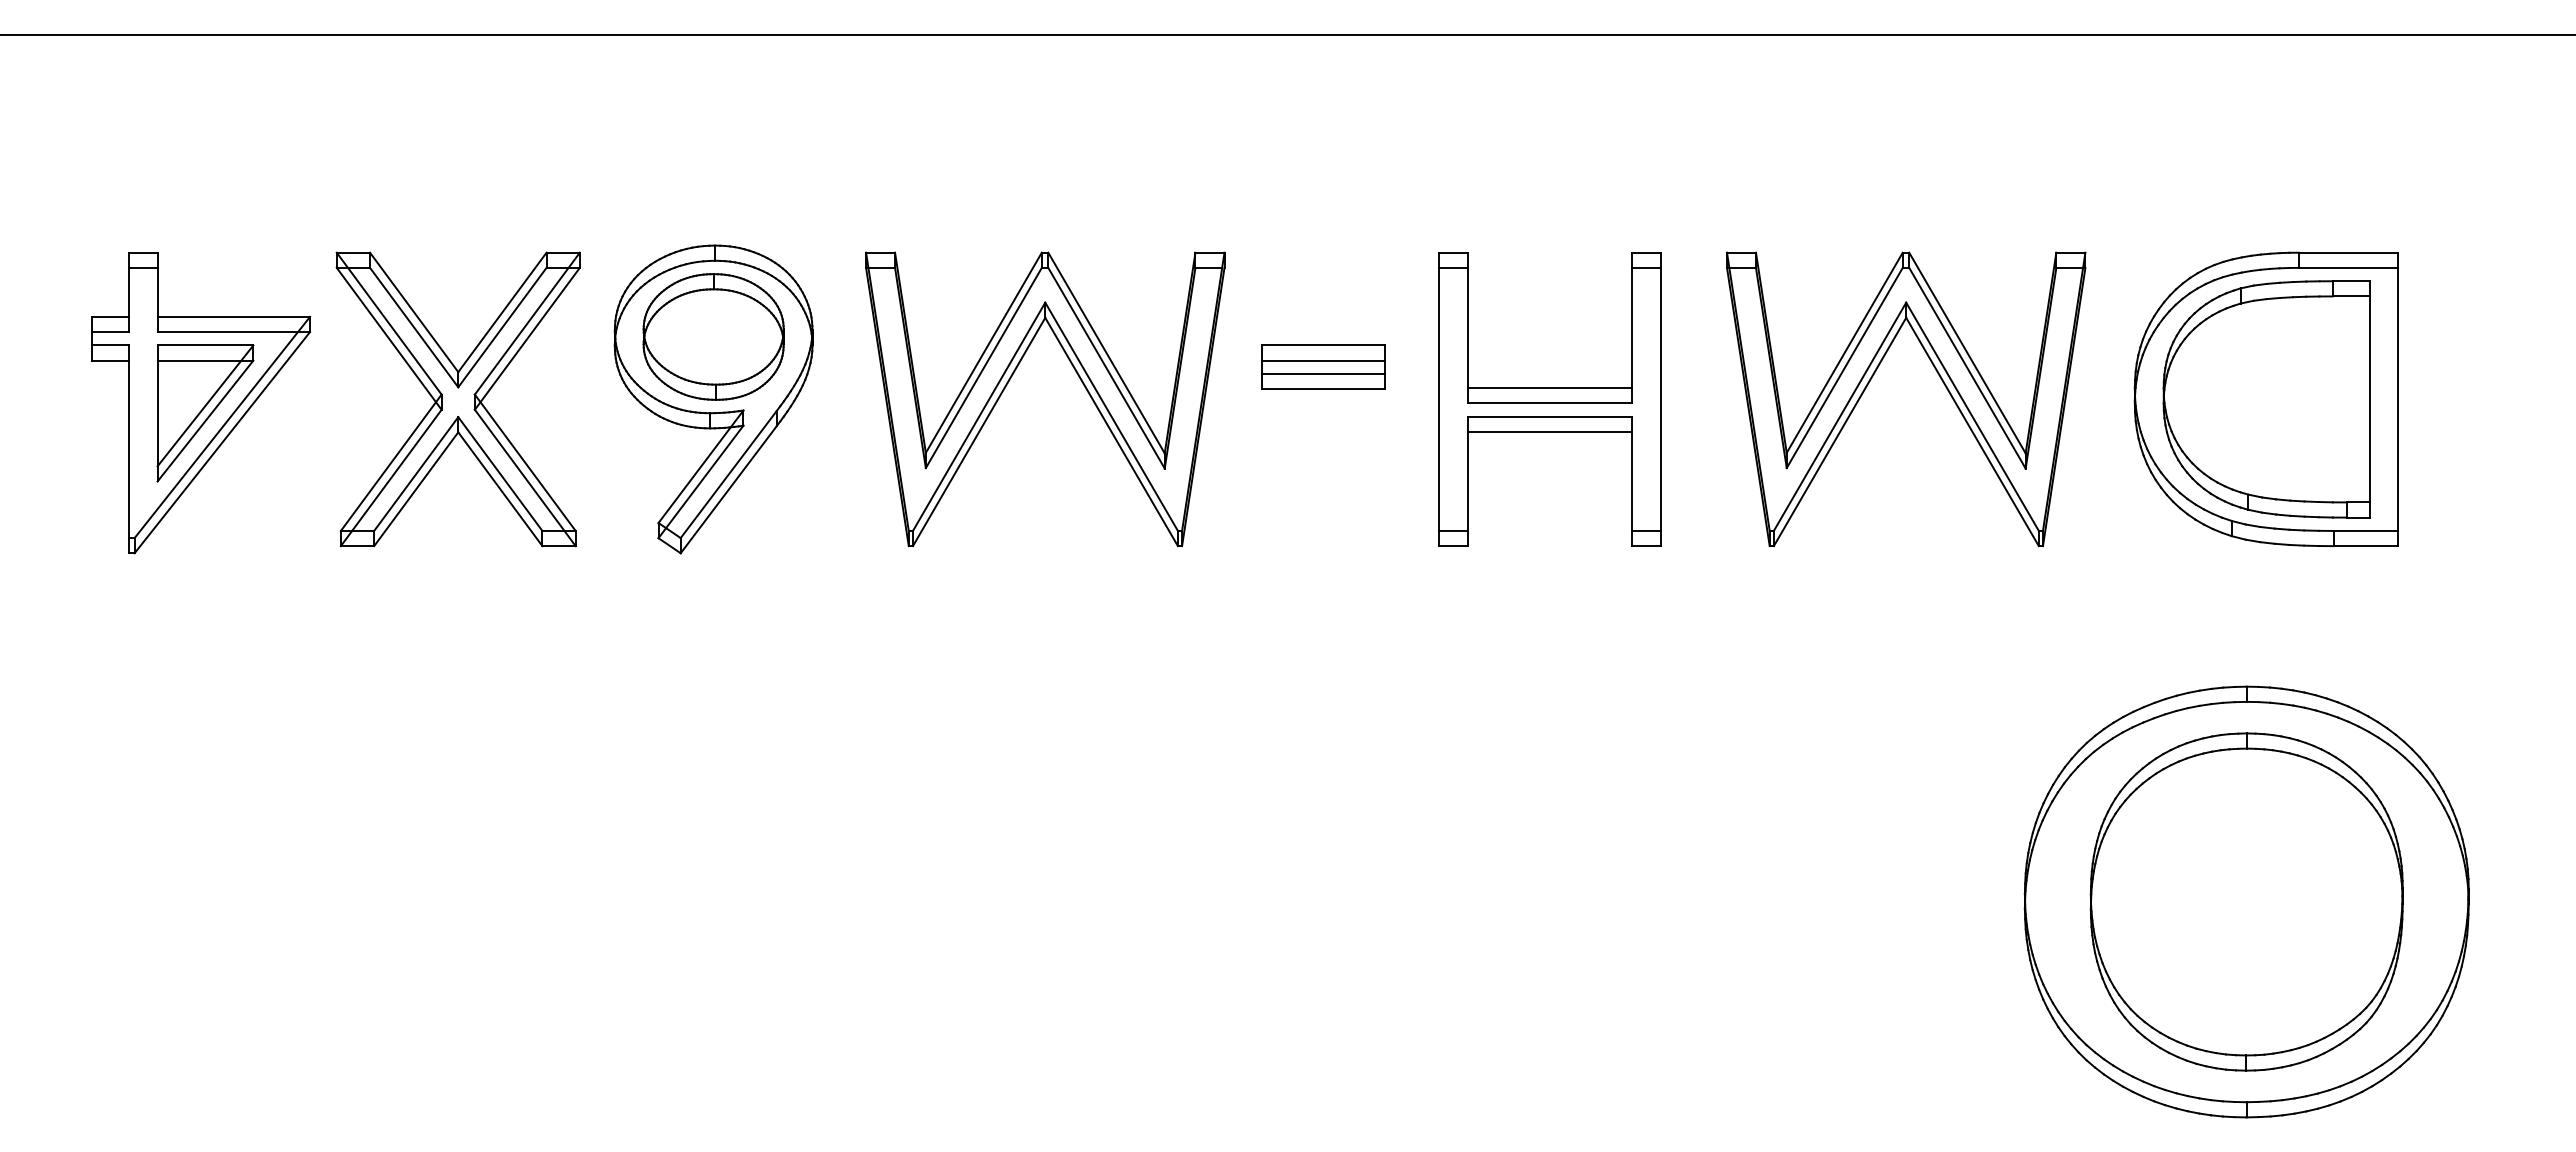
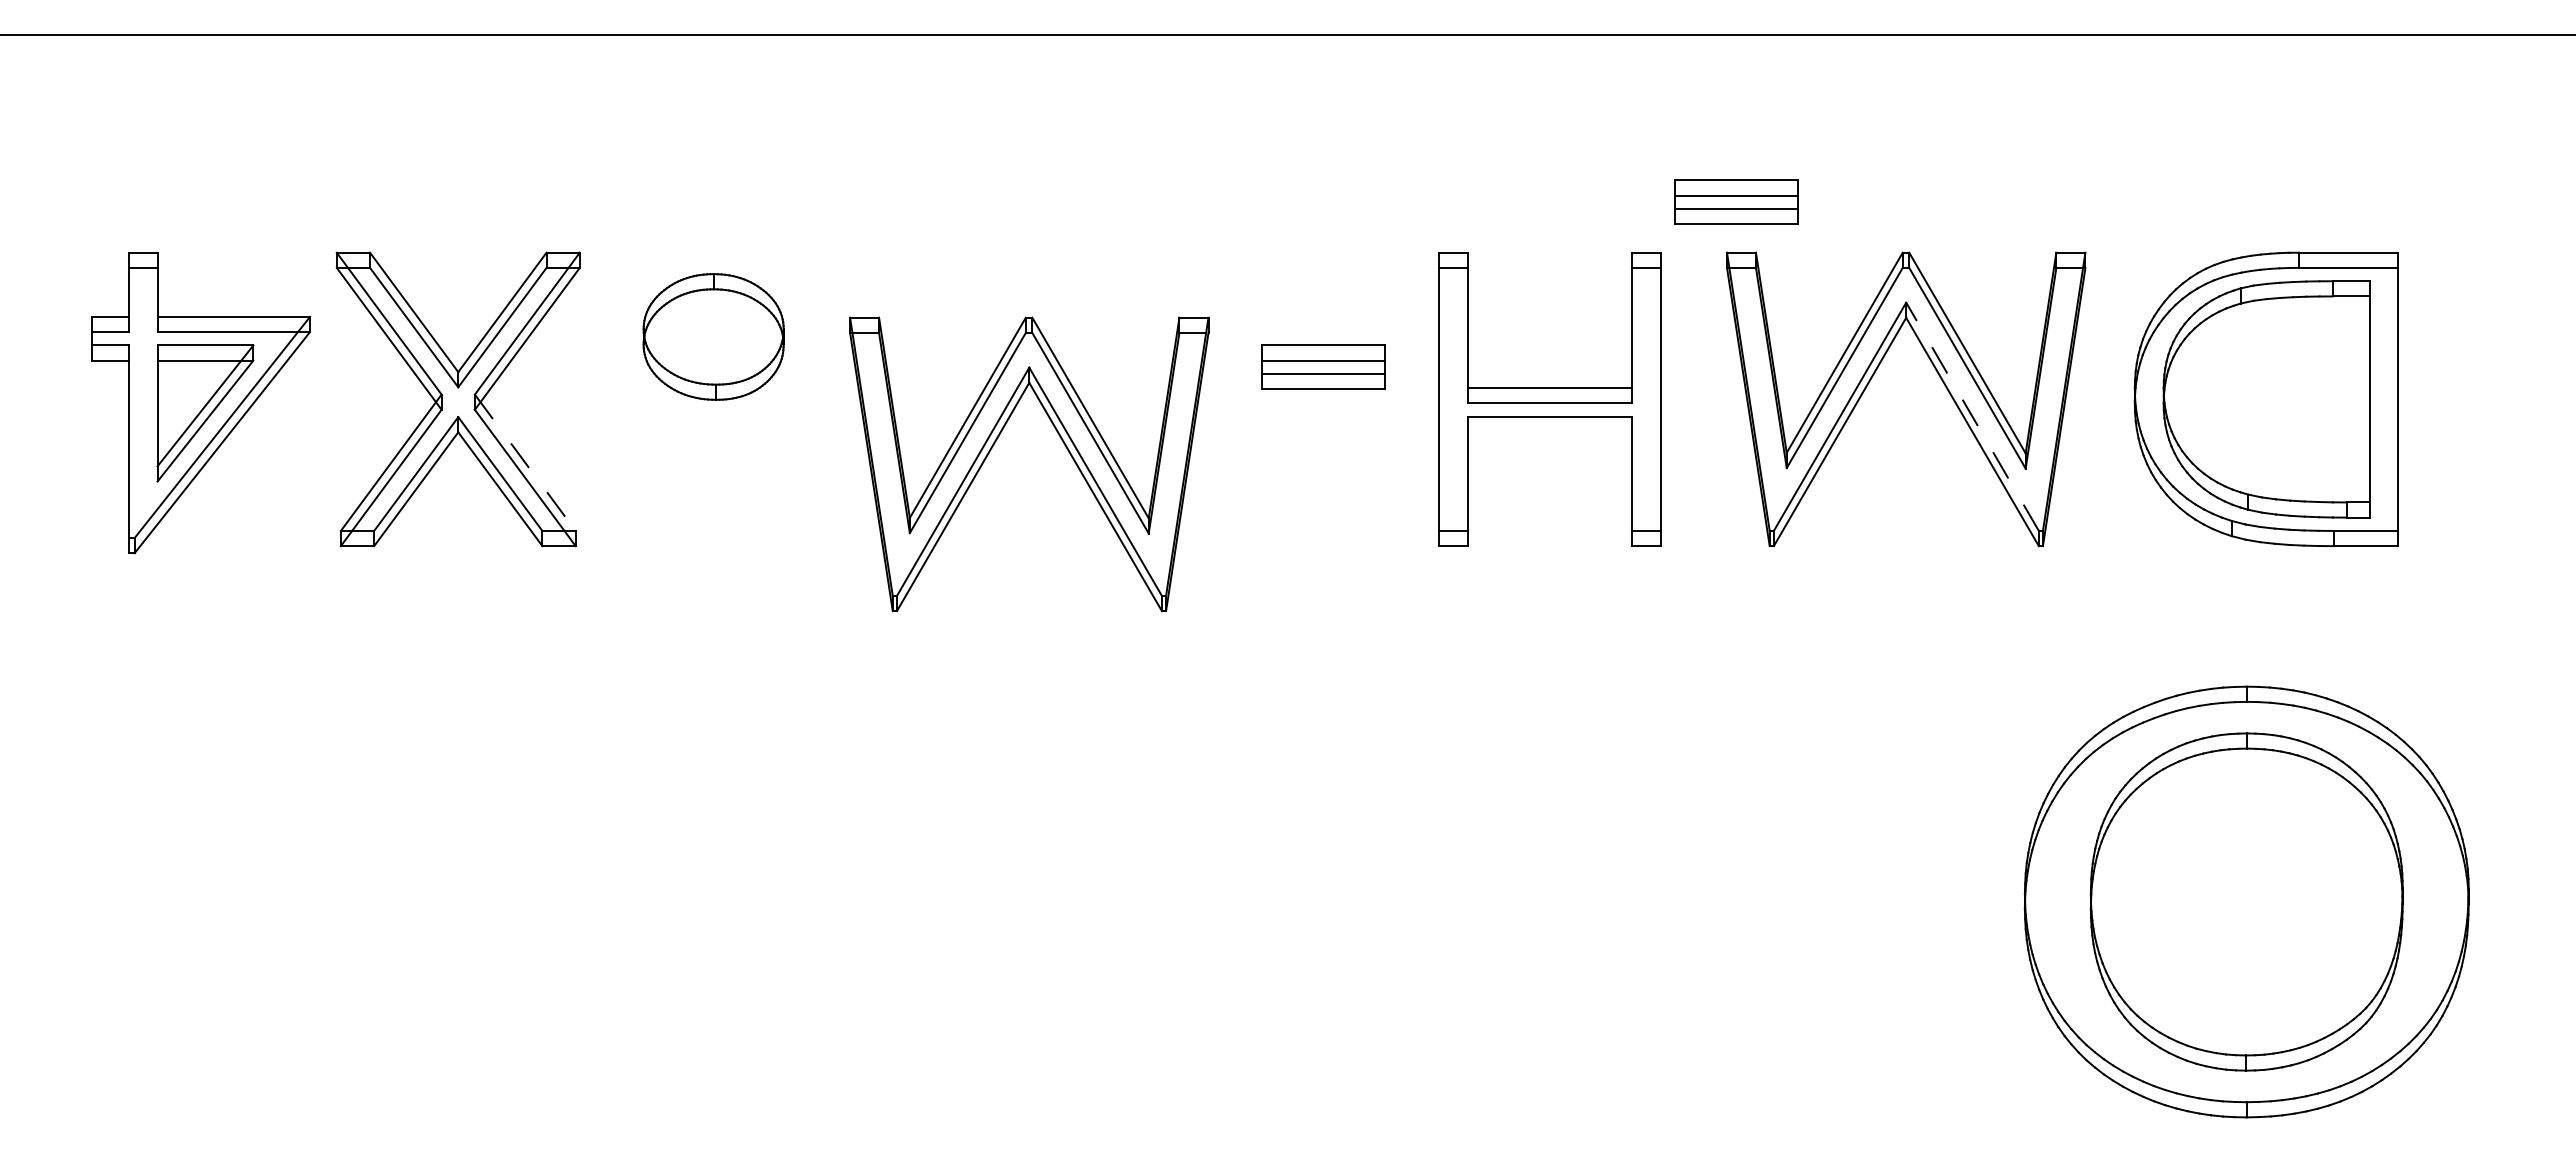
part at (1736, 201): none -> present
part at (1078, 377) position: (1078, 377) -> (1062, 442)
part at (713, 399): present -> none
line at (1972, 416): solid -> dashed
line at (1549, 431): present -> none
line at (525, 462): solid -> dashed
